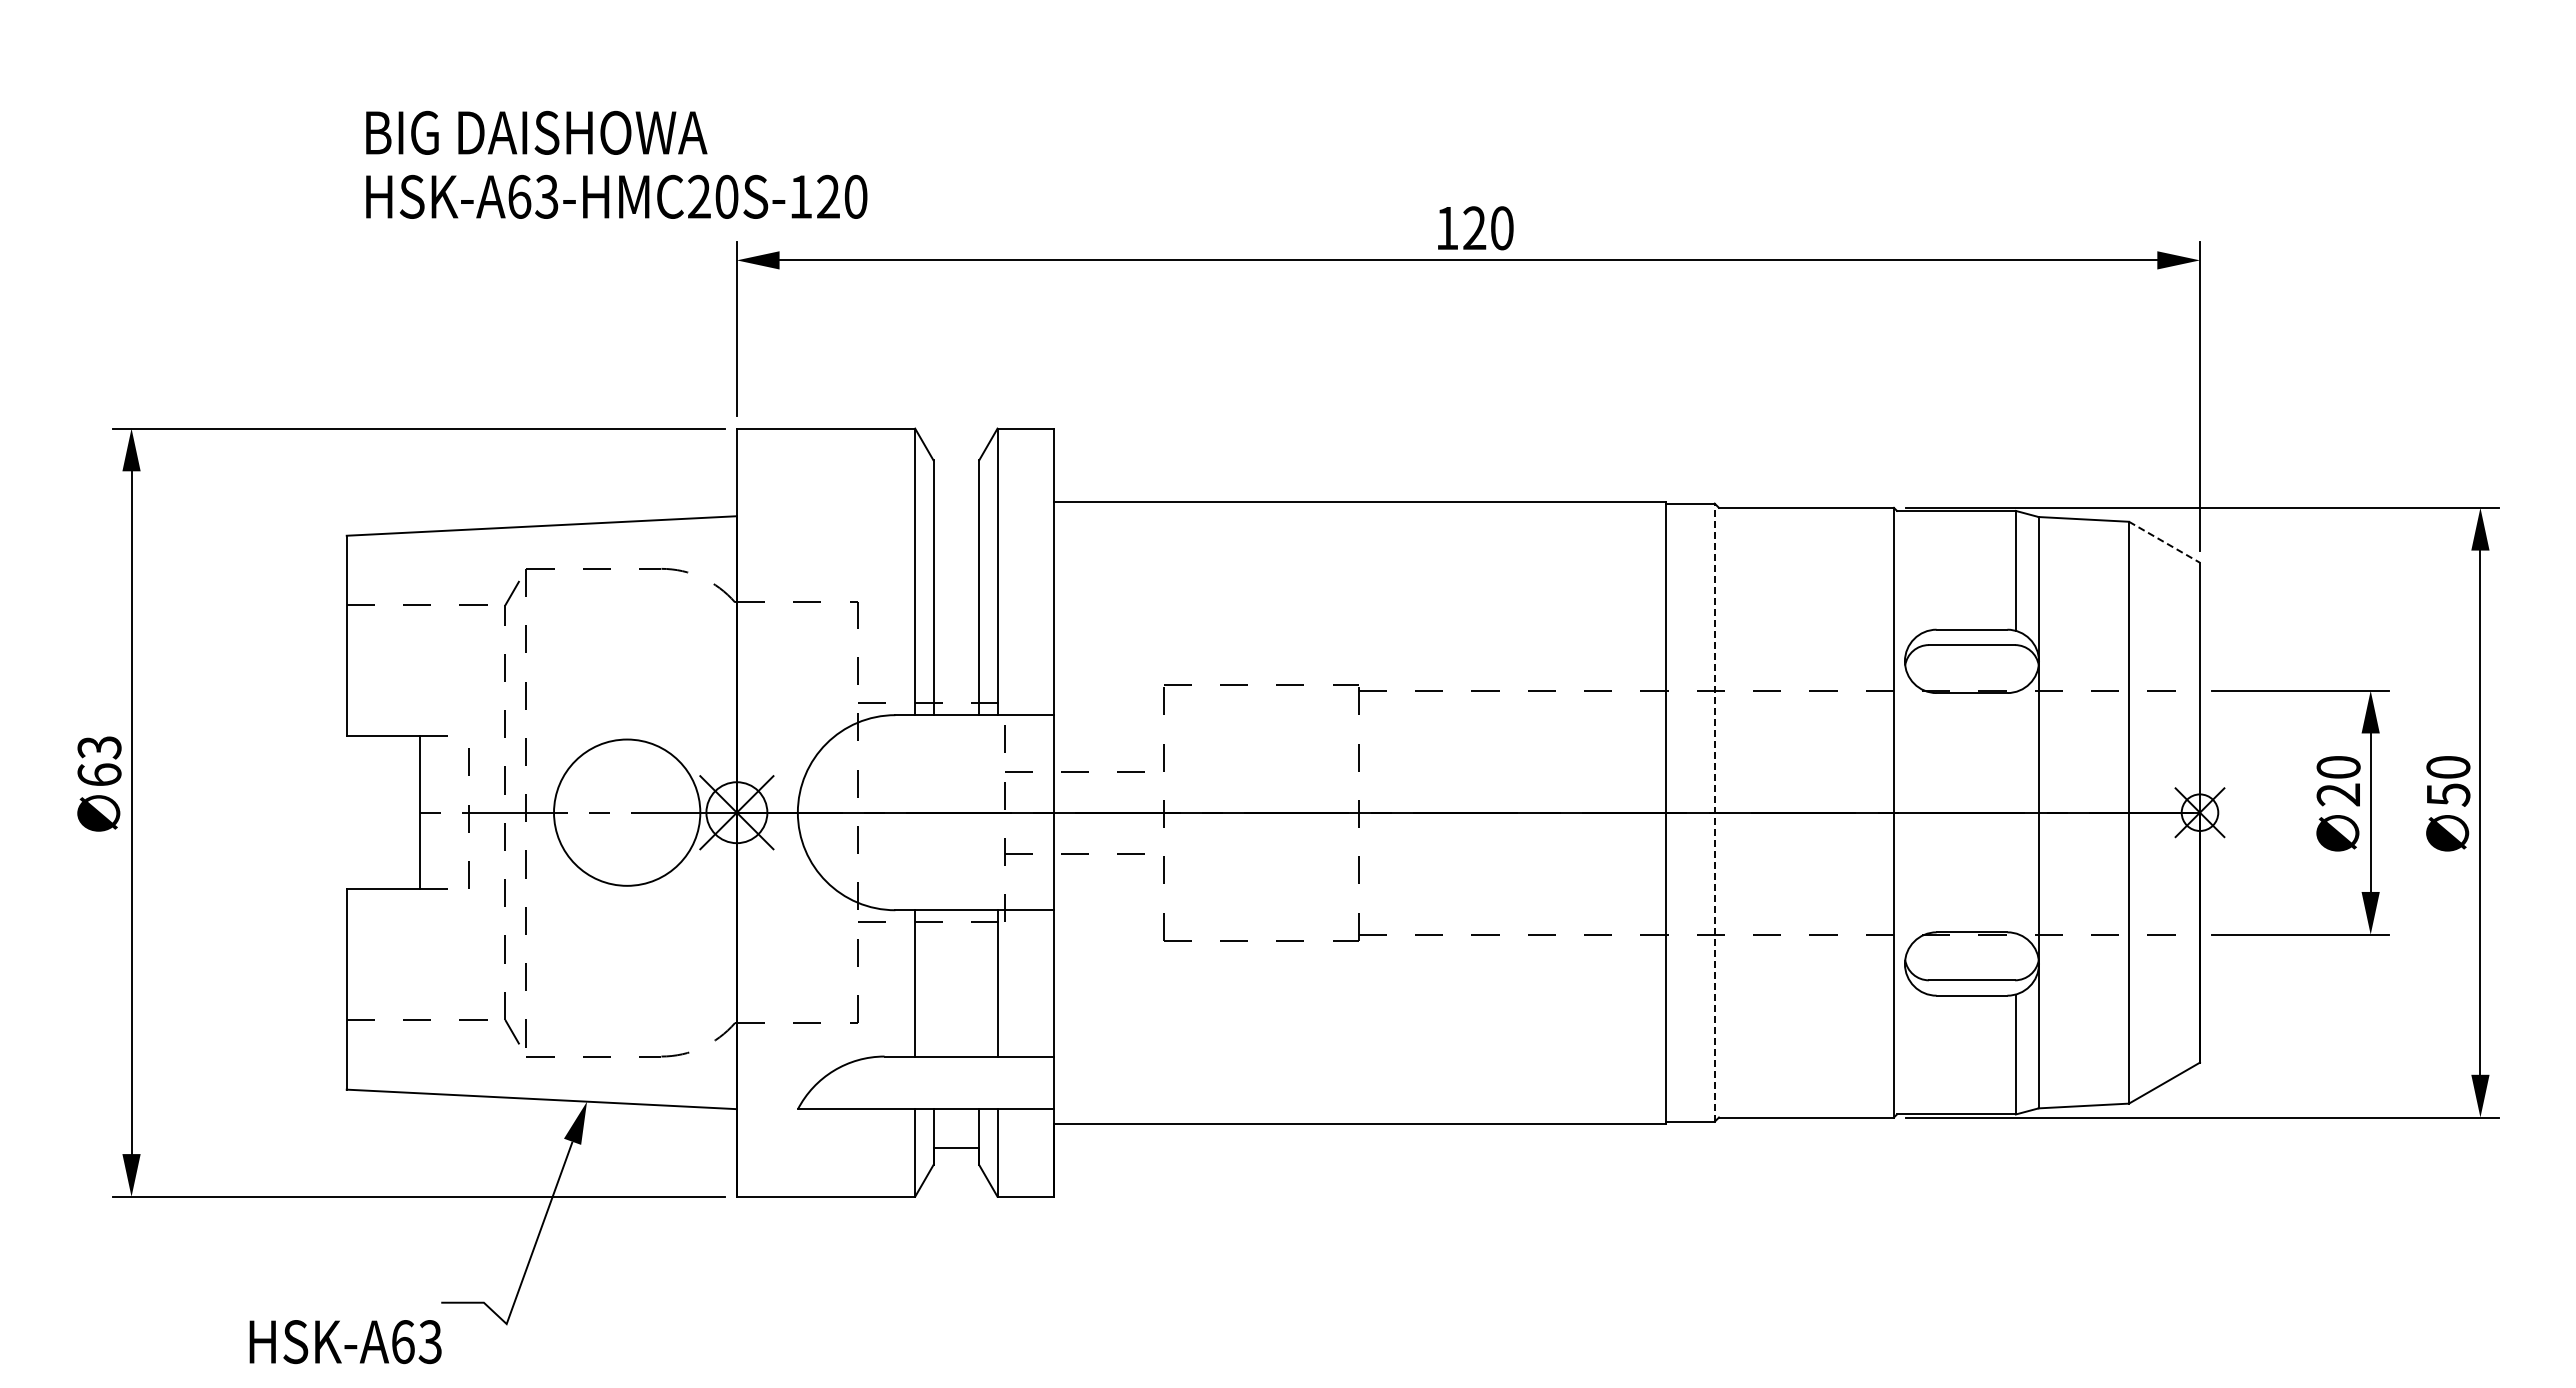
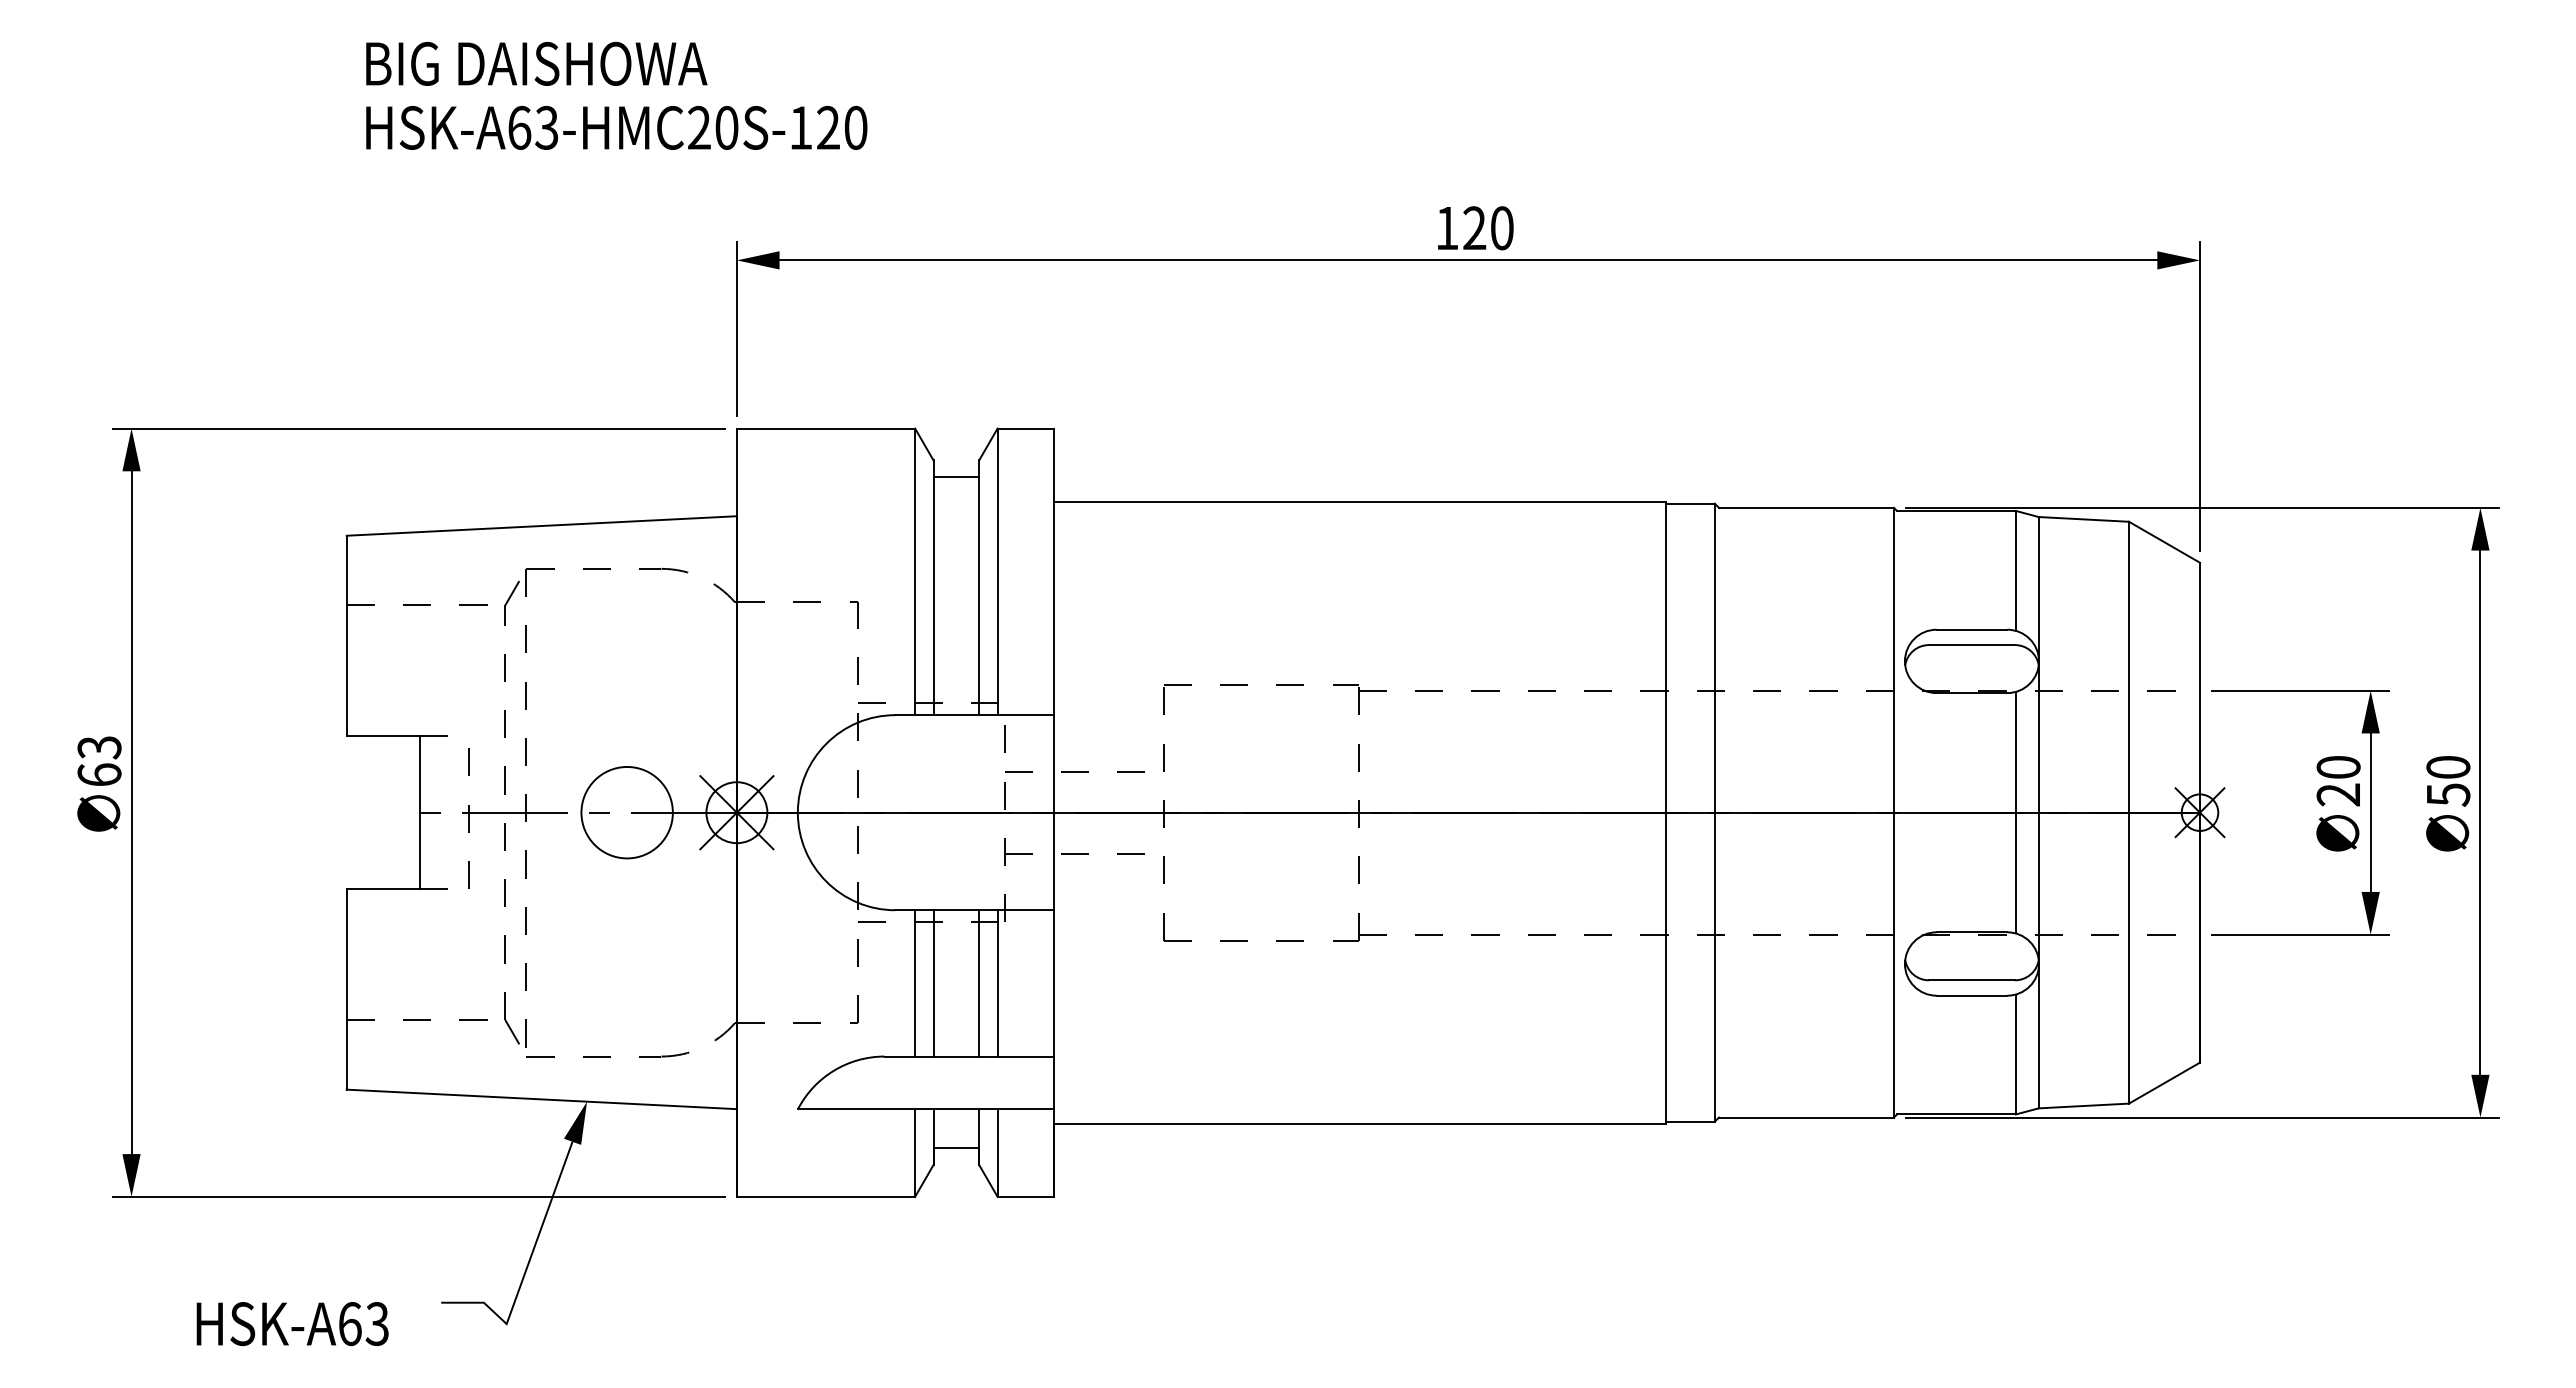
text at (616, 164) position: (616, 164) -> (616, 95)
line at (956, 477): none -> present
line at (2164, 542): dashed -> solid
circle at (627, 812) diameter: 146 px -> 91 px
line at (1714, 812): dashed -> solid
line at (2015, 812): none -> present
line at (933, 983): none -> present
line at (979, 983): none -> present
text at (345, 1342) position: (345, 1342) -> (292, 1324)
